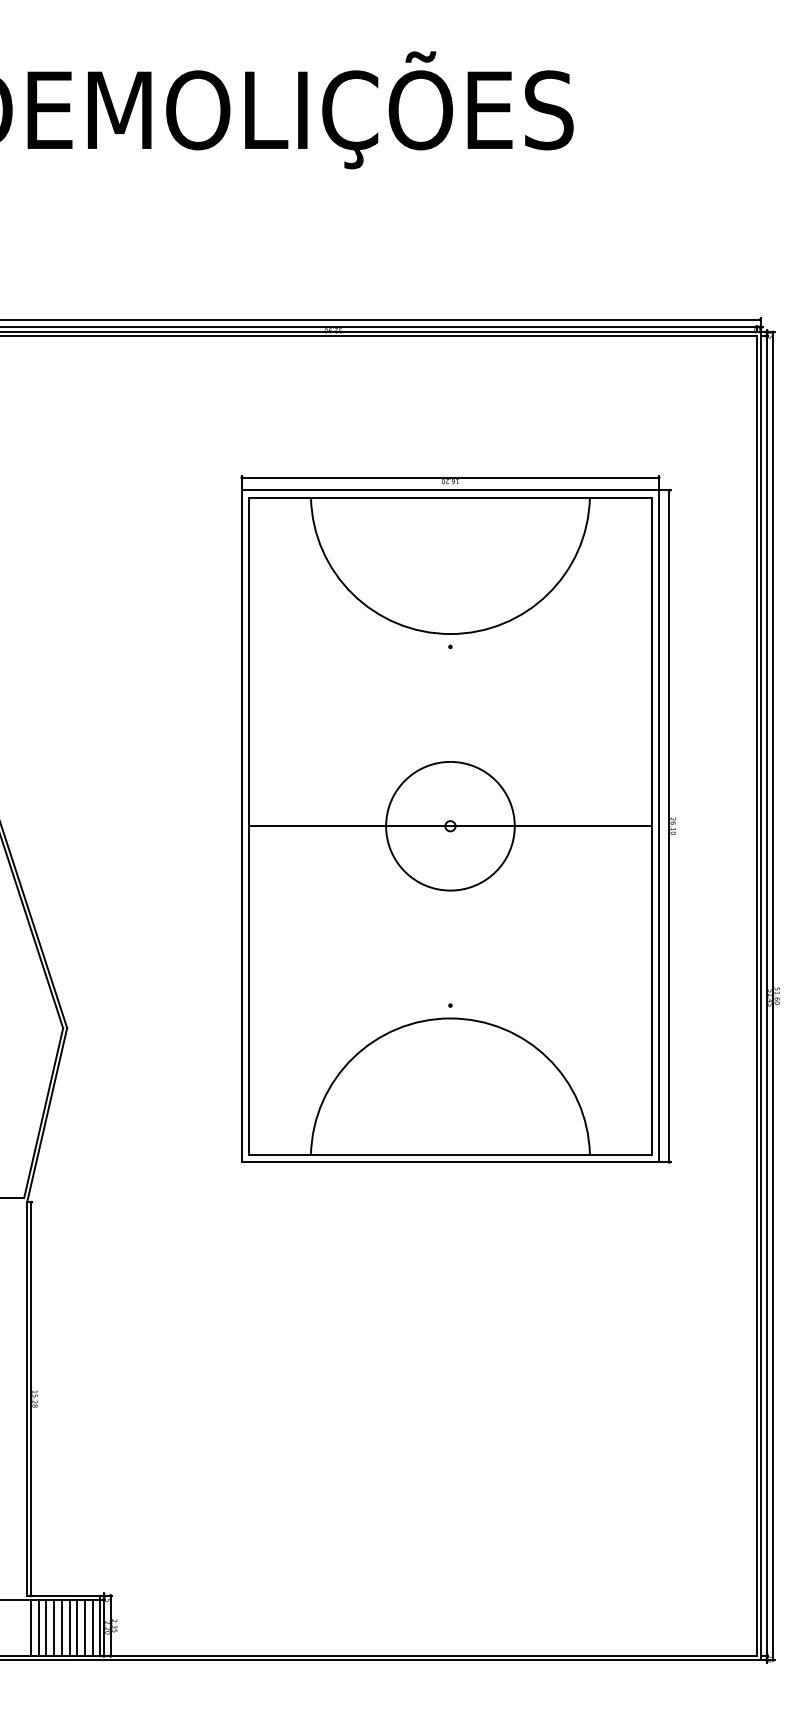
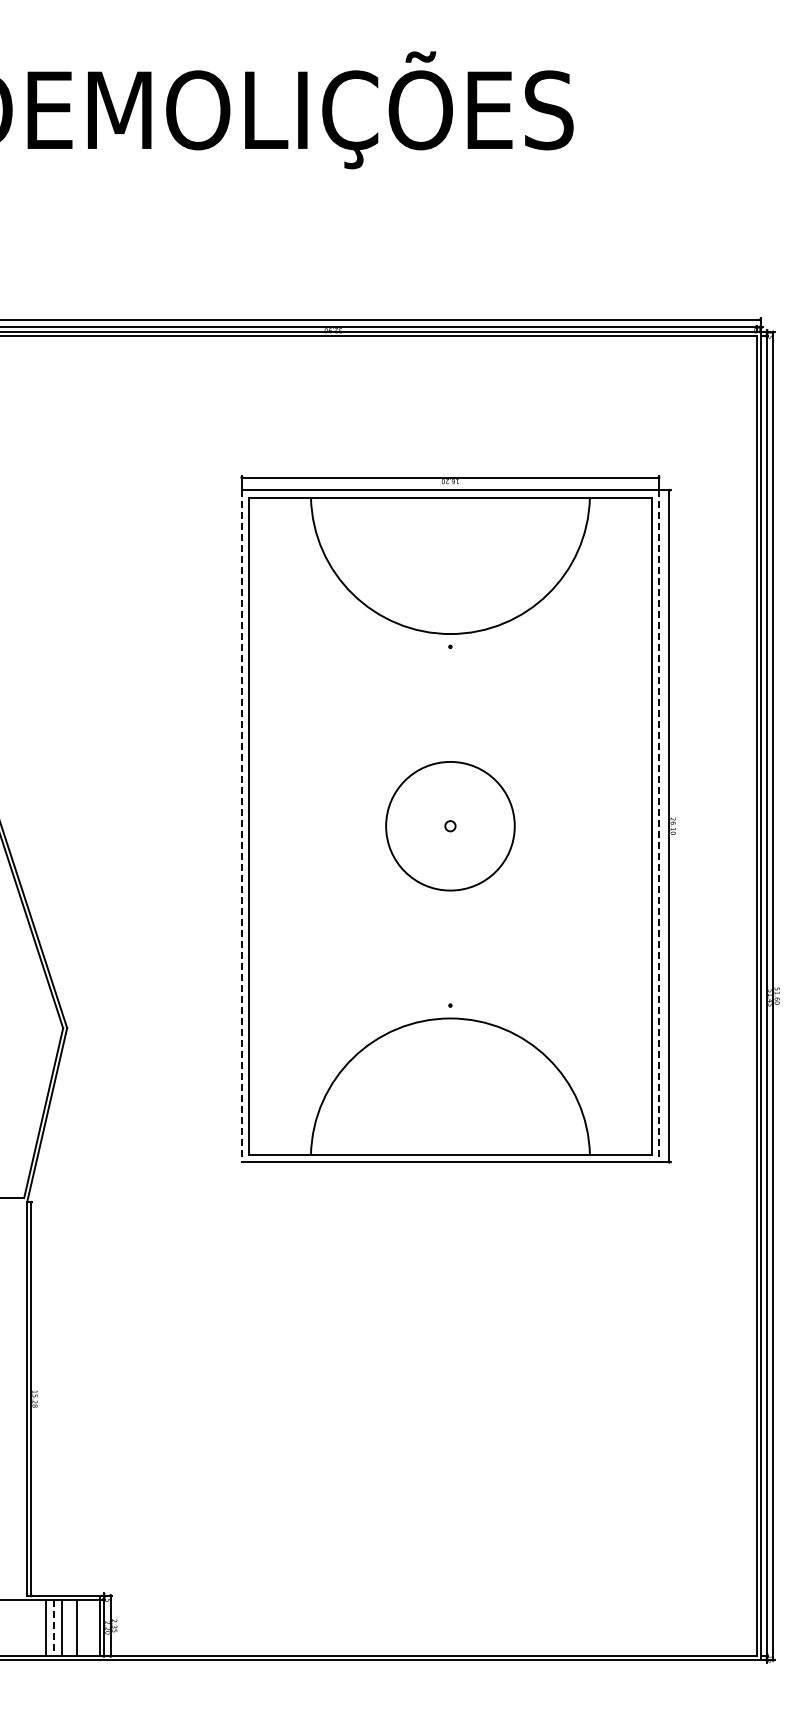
line at (242, 826): solid -> dashed
line at (450, 826): present -> none
line at (658, 826): solid -> dashed
line at (31, 1627): present -> none
line at (38, 1627): present -> none
line at (69, 1627): present -> none
line at (85, 1627): present -> none
line at (92, 1627): present -> none
line at (54, 1628): solid -> dashed
